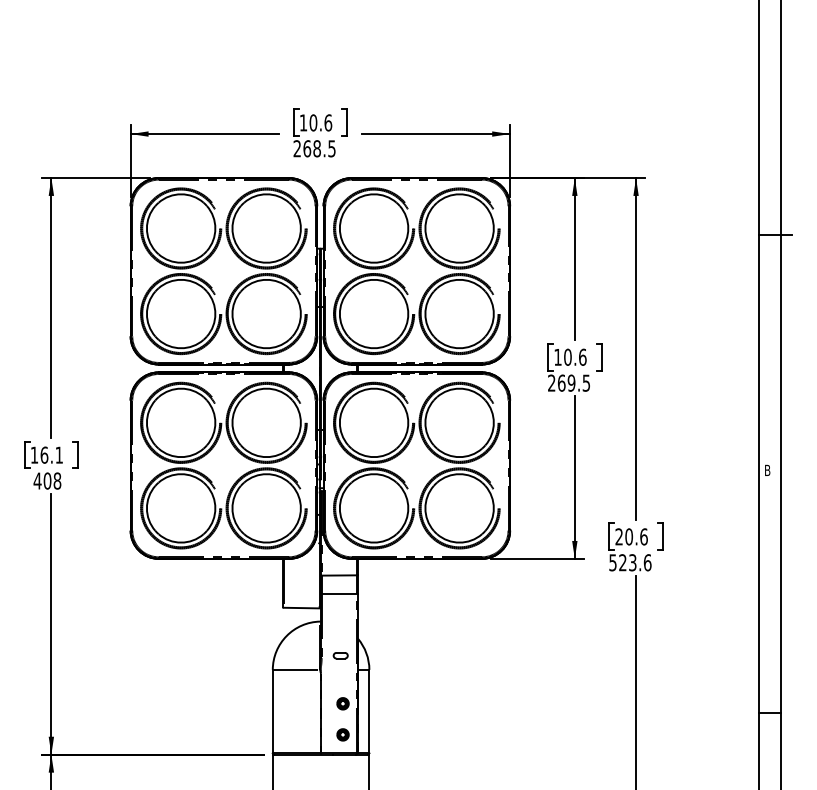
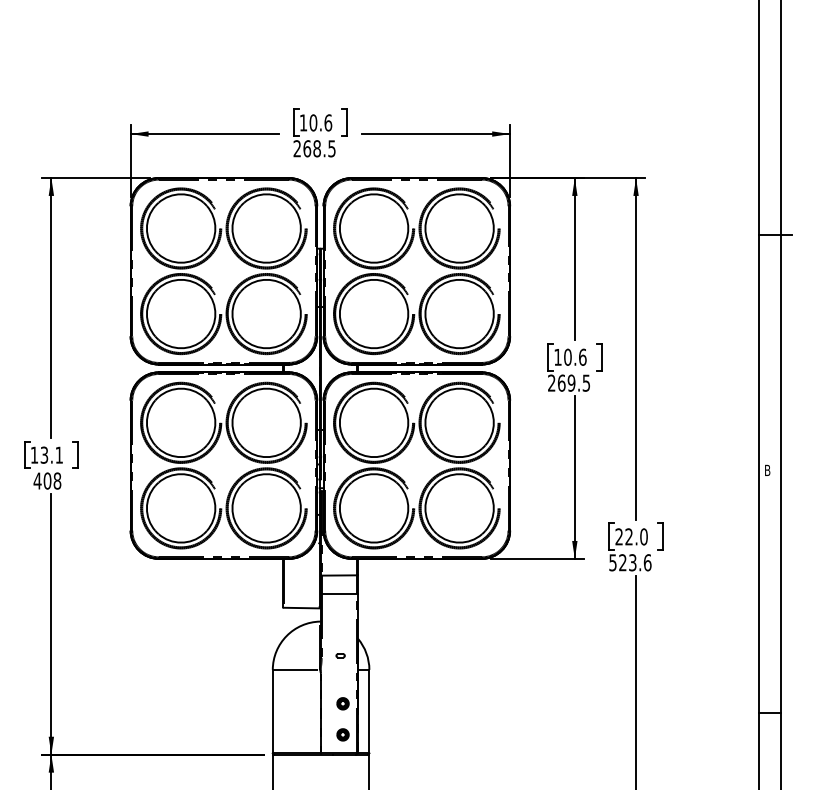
text at (44, 454): 16.1 -> 13.1
text at (636, 536): 20.6 -> 22.0
part at (340, 655) size: 17x8 px -> 11x6 px
